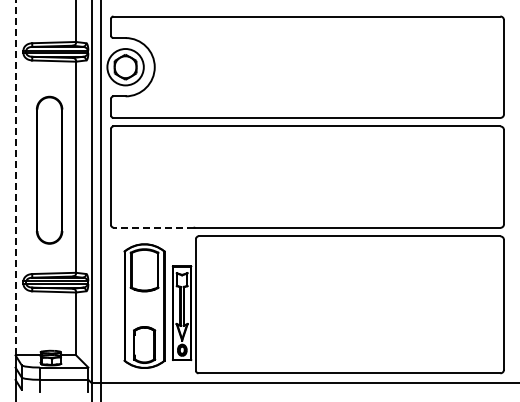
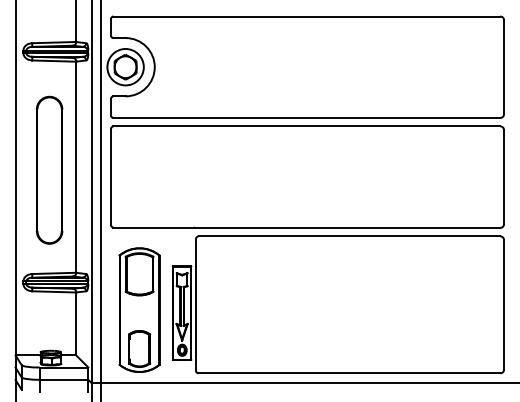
line at (15, 177): dashed -> solid
line at (153, 227): dashed -> solid
part at (144, 305) position: (144, 305) -> (139, 309)
